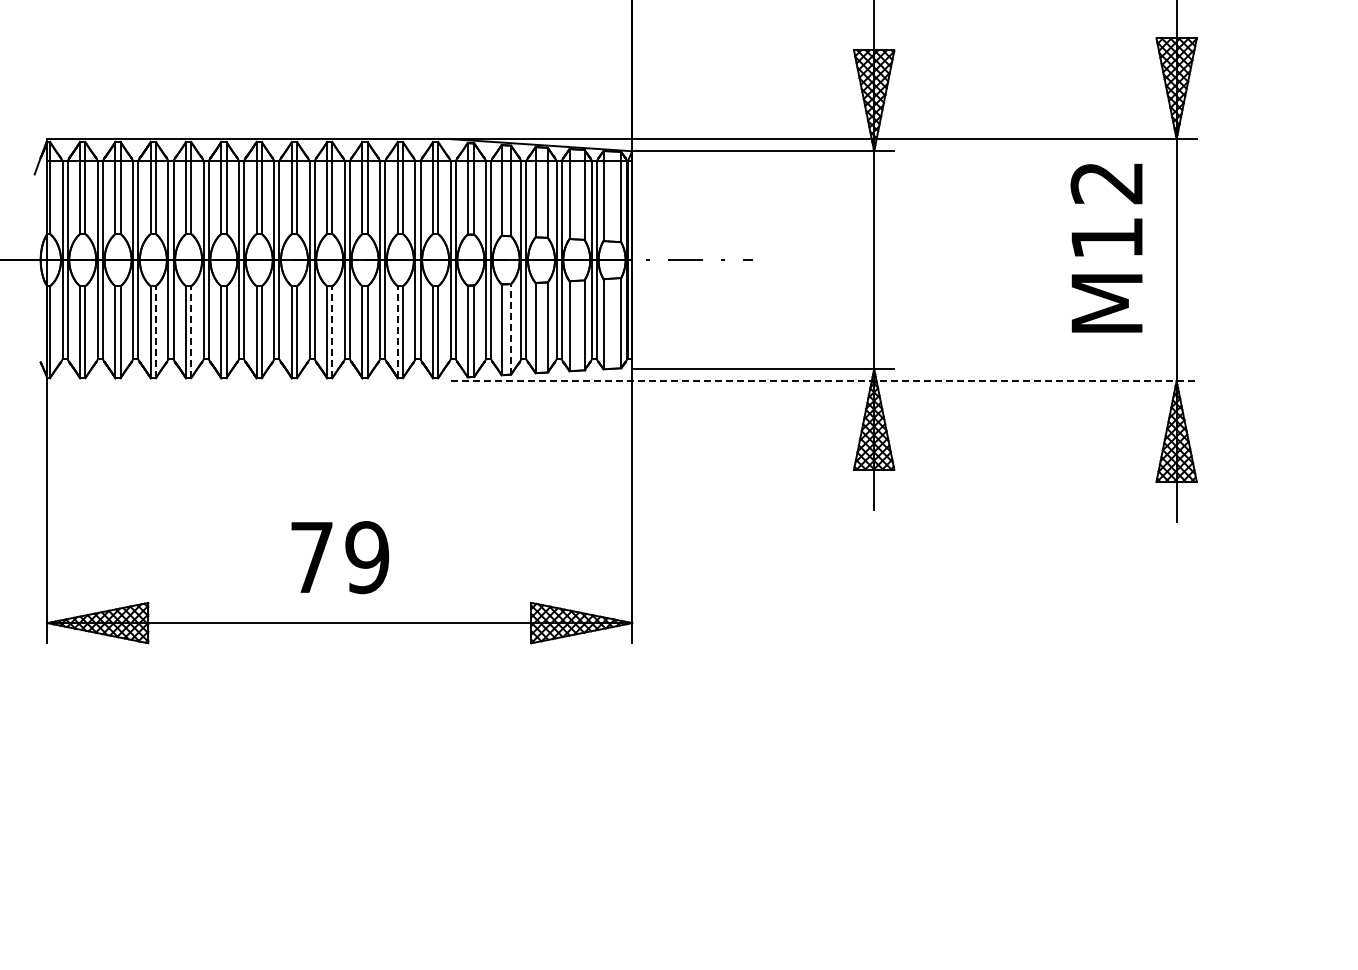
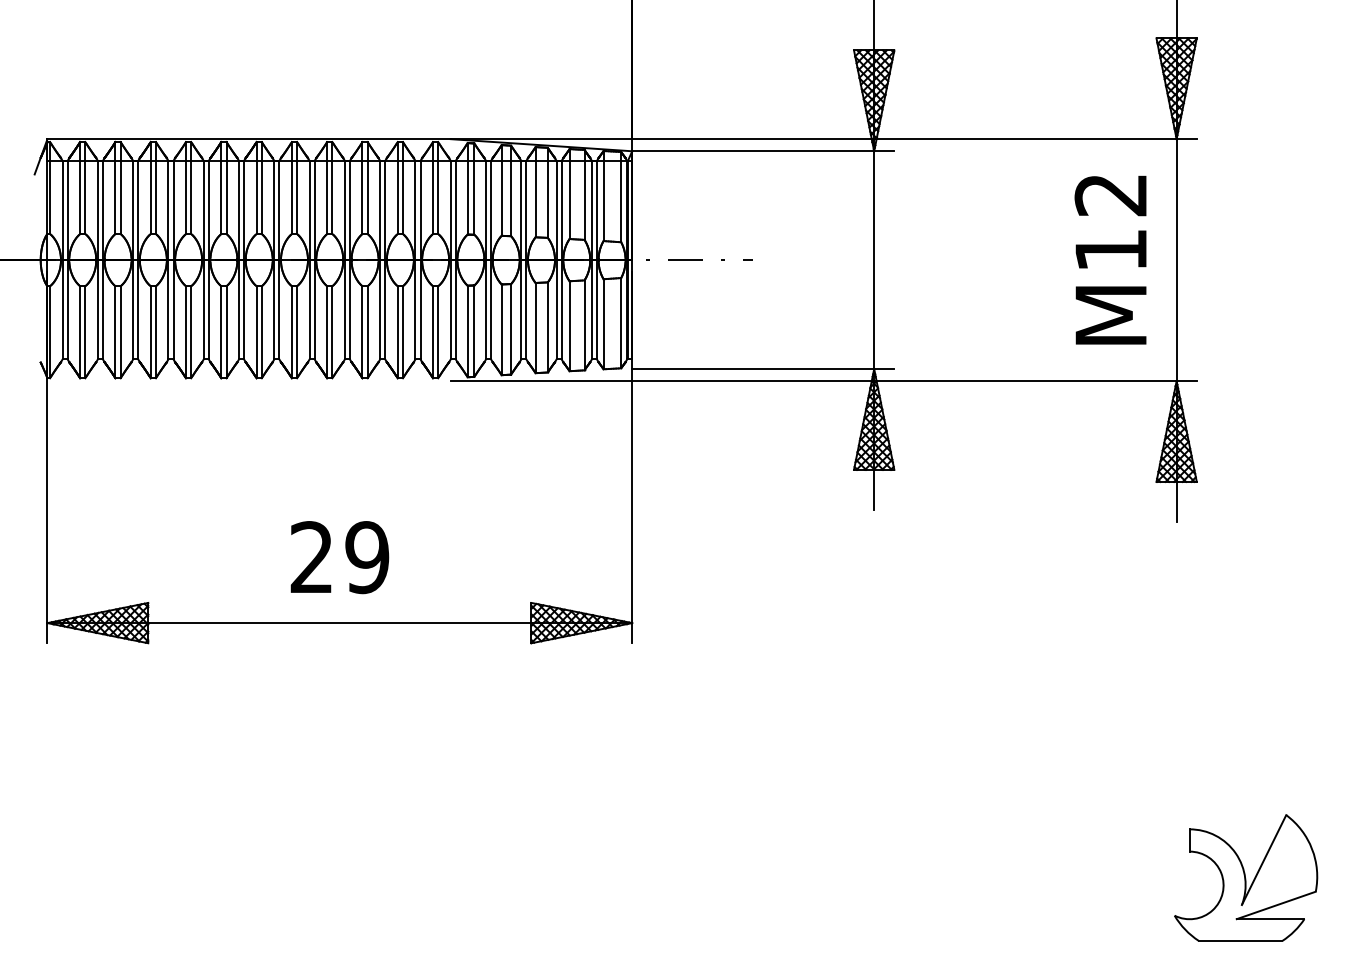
text at (1106, 247) position: (1106, 247) -> (1110, 259)
line at (511, 328): dashed -> solid
line at (155, 331): dashed -> solid
line at (191, 331): dashed -> solid
line at (332, 331): dashed -> solid
line at (397, 331): dashed -> solid
line at (824, 381): dashed -> solid
text at (311, 556): 79 -> 29
part at (1246, 877): none -> present
